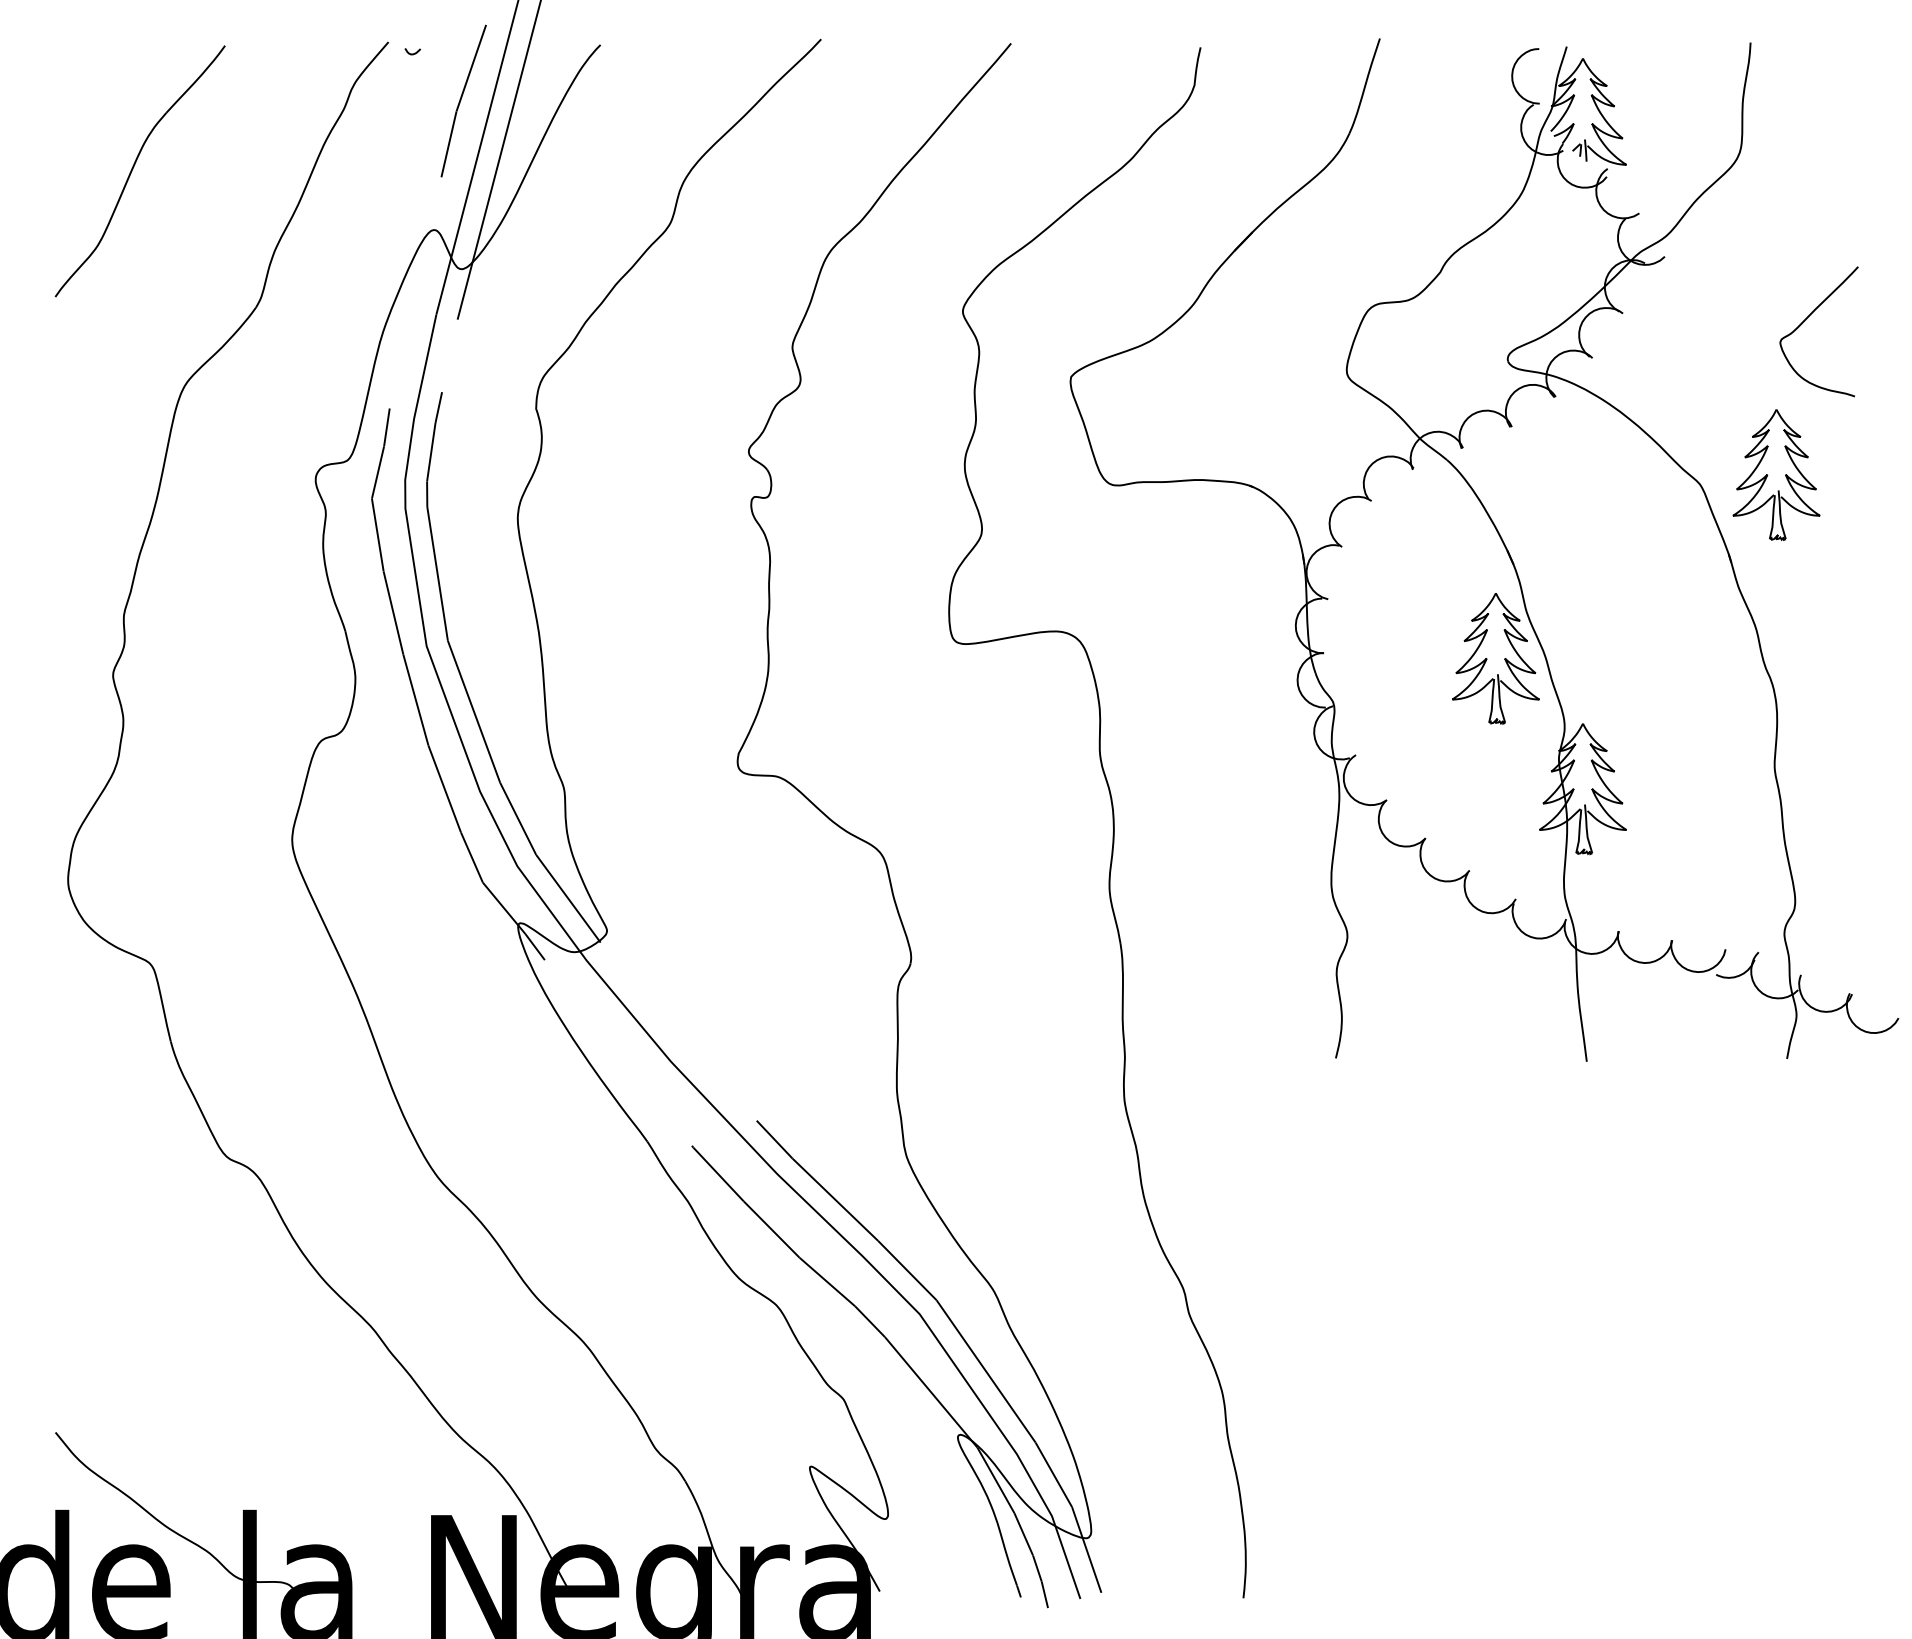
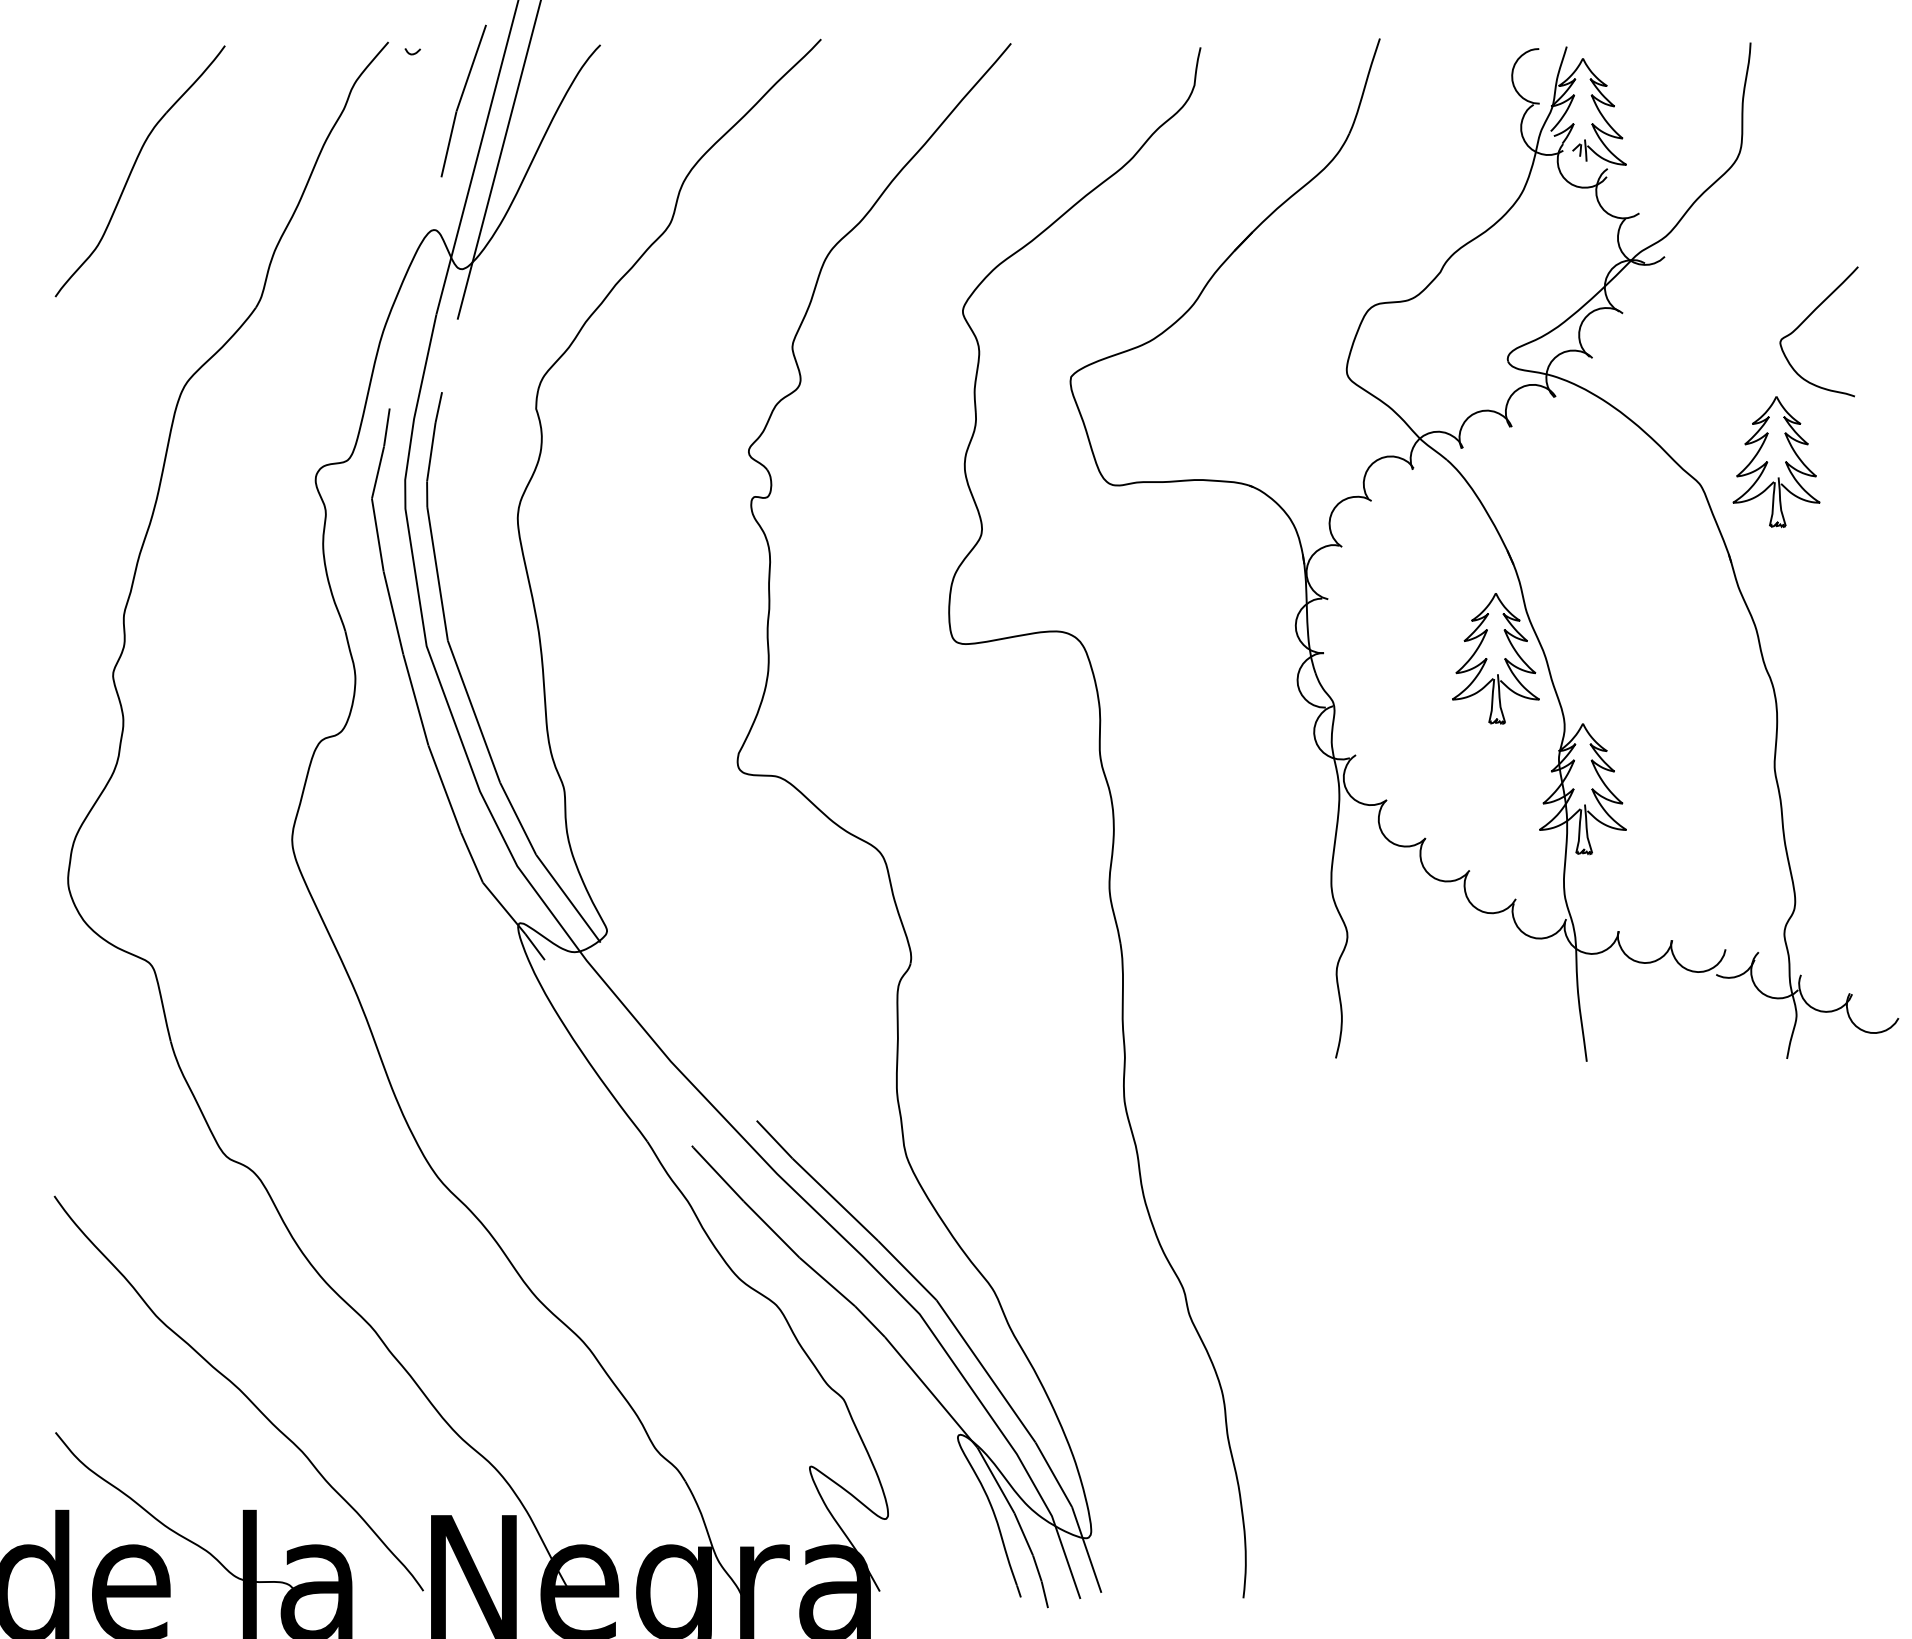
part at (1776, 474) position: (1776, 474) -> (1776, 461)
curve at (240, 1391): none -> present
